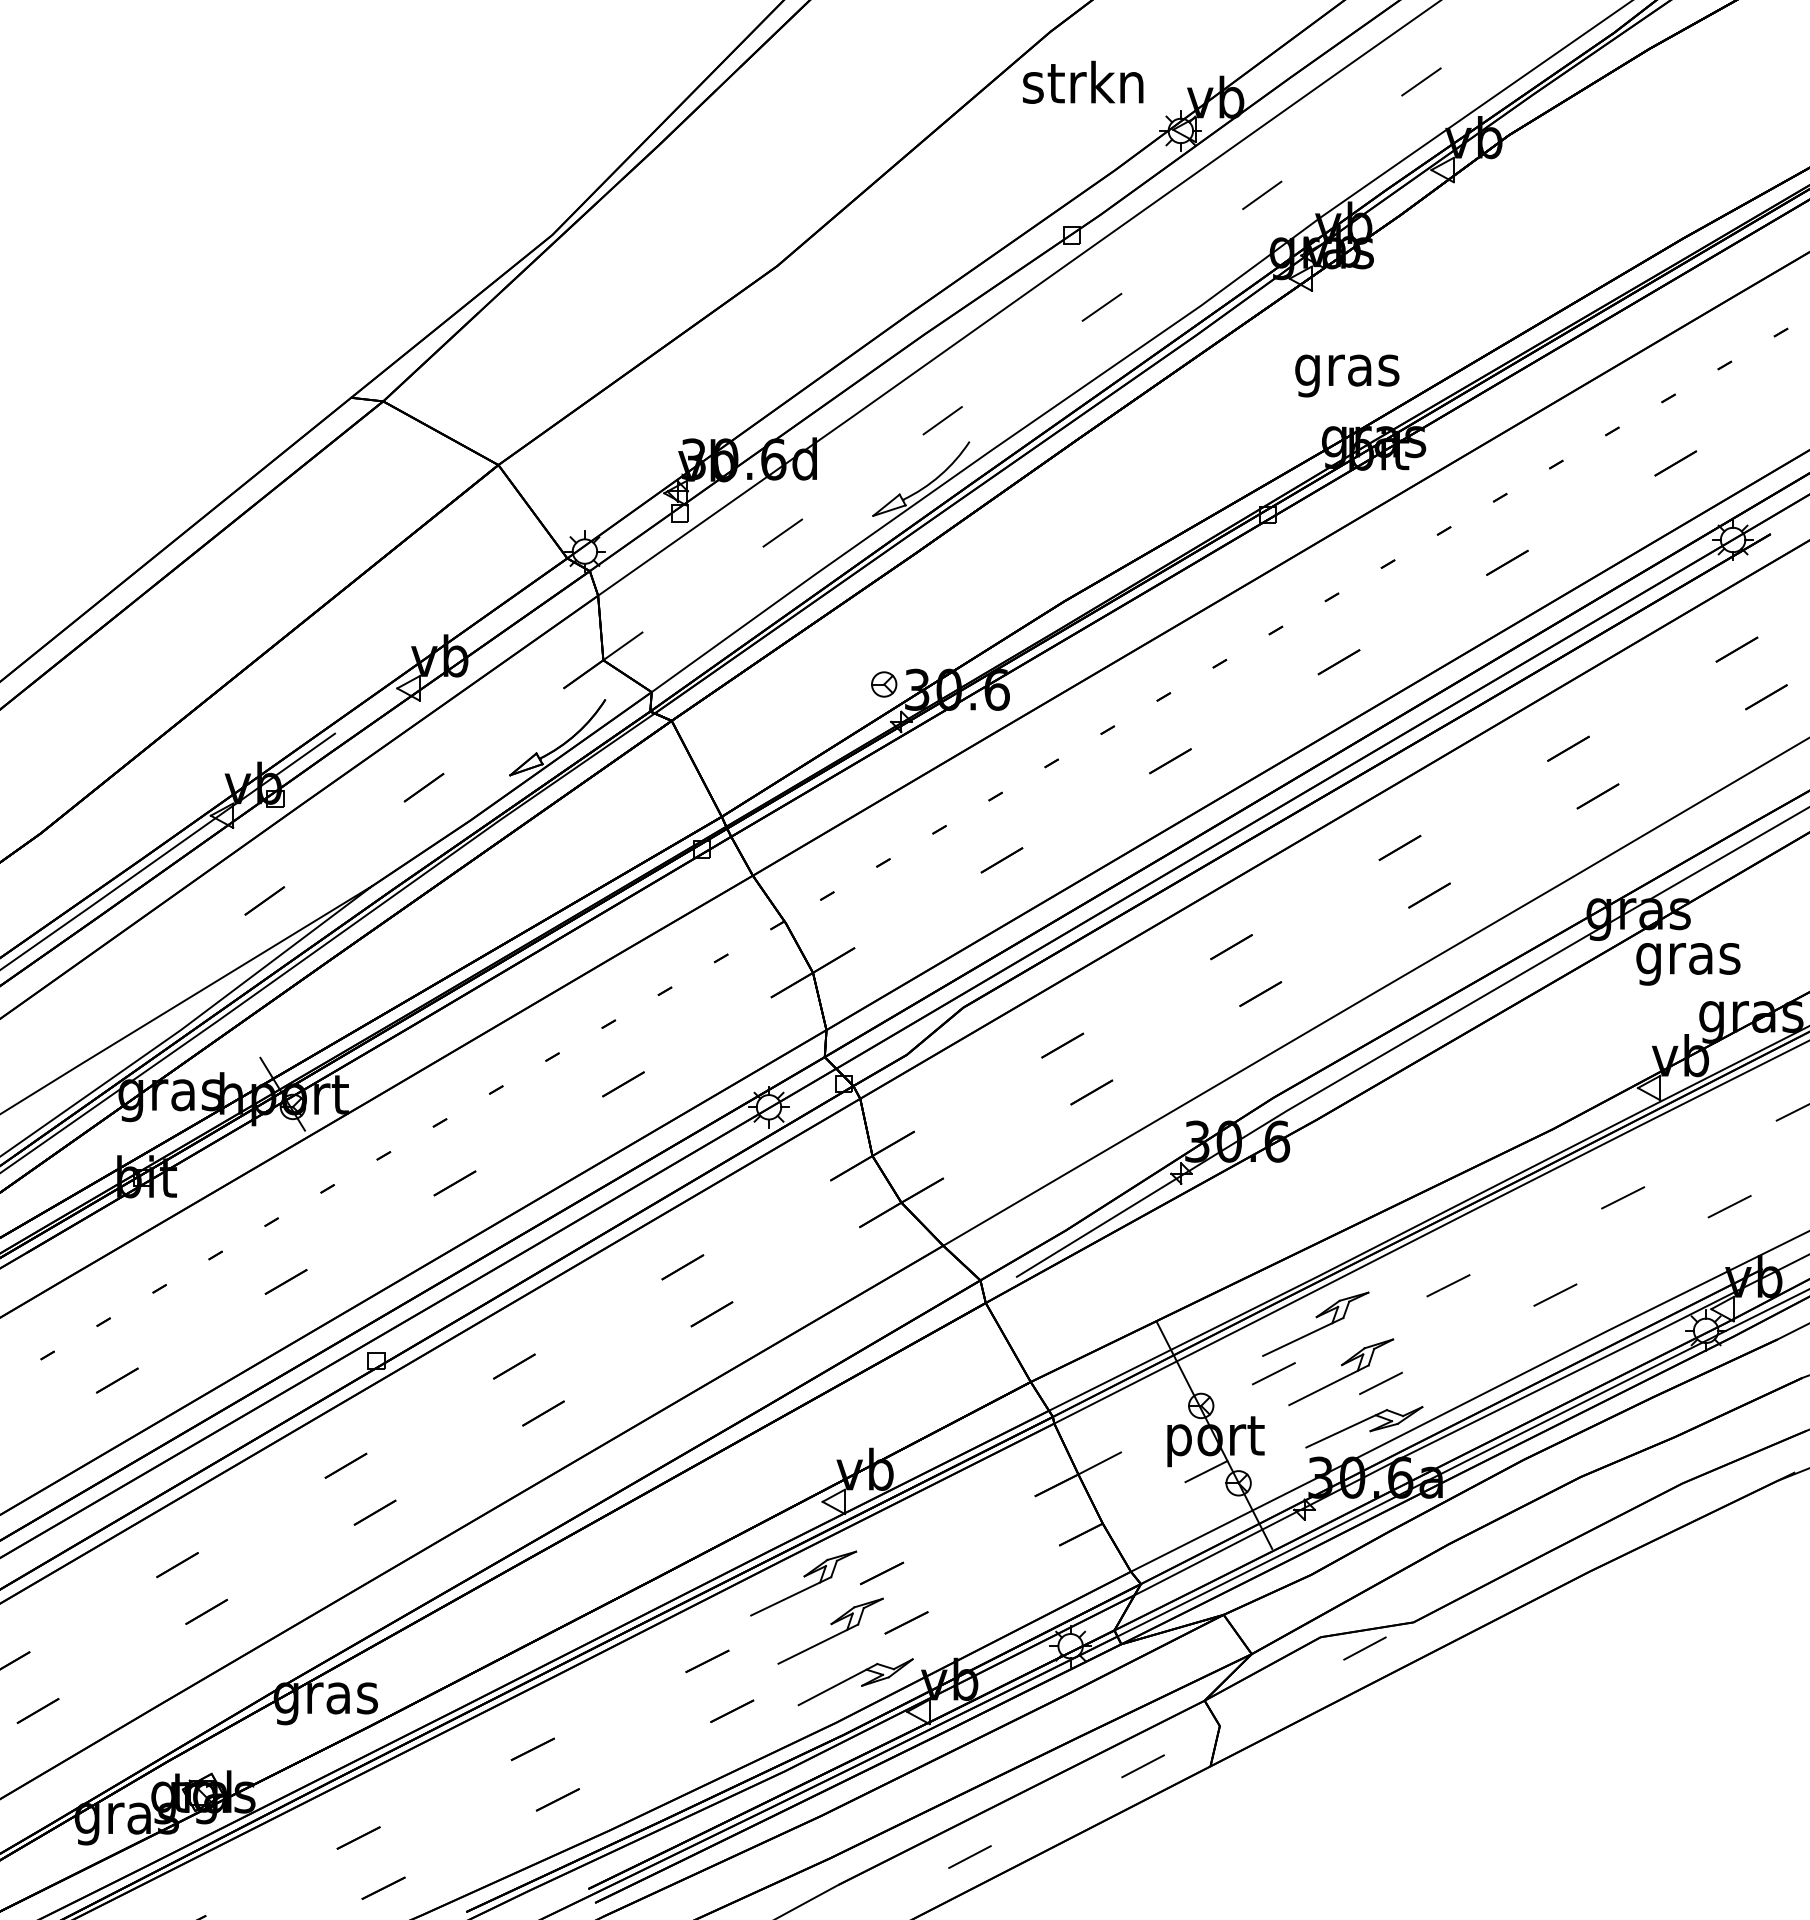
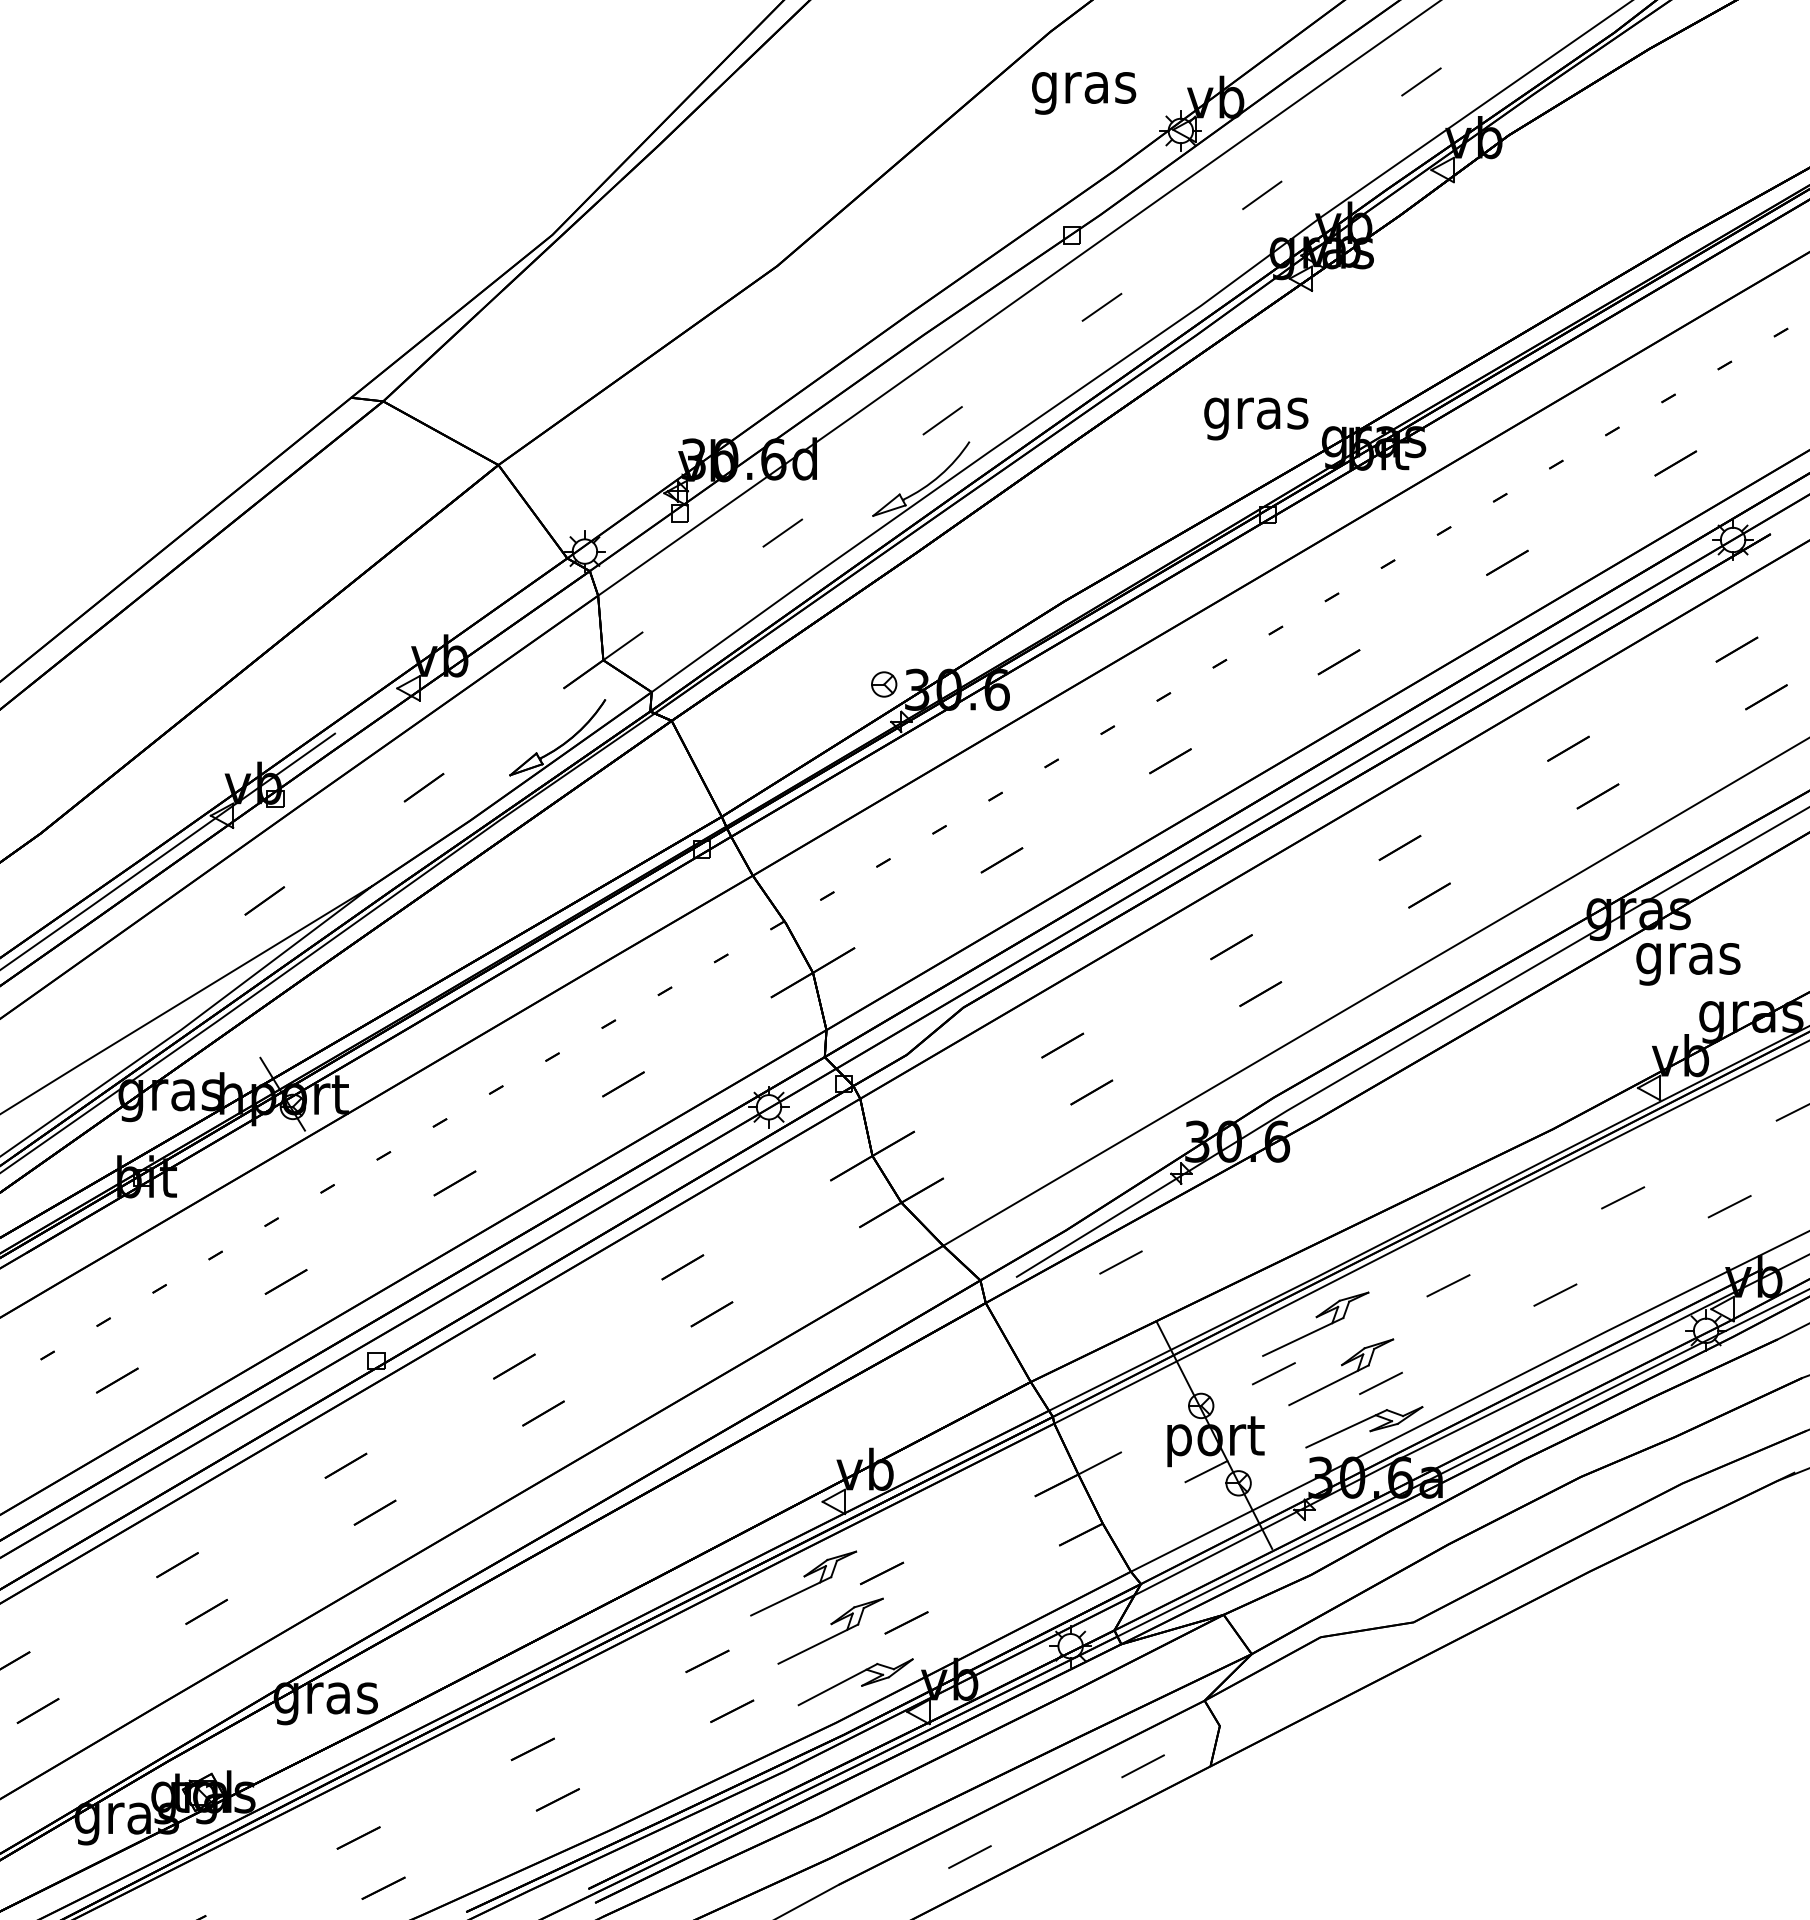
text at (1083, 87): strkn -> gras
text at (1347, 375) position: (1347, 375) -> (1256, 418)
line at (1364, 1648) position: (1364, 1648) -> (1120, 1262)
